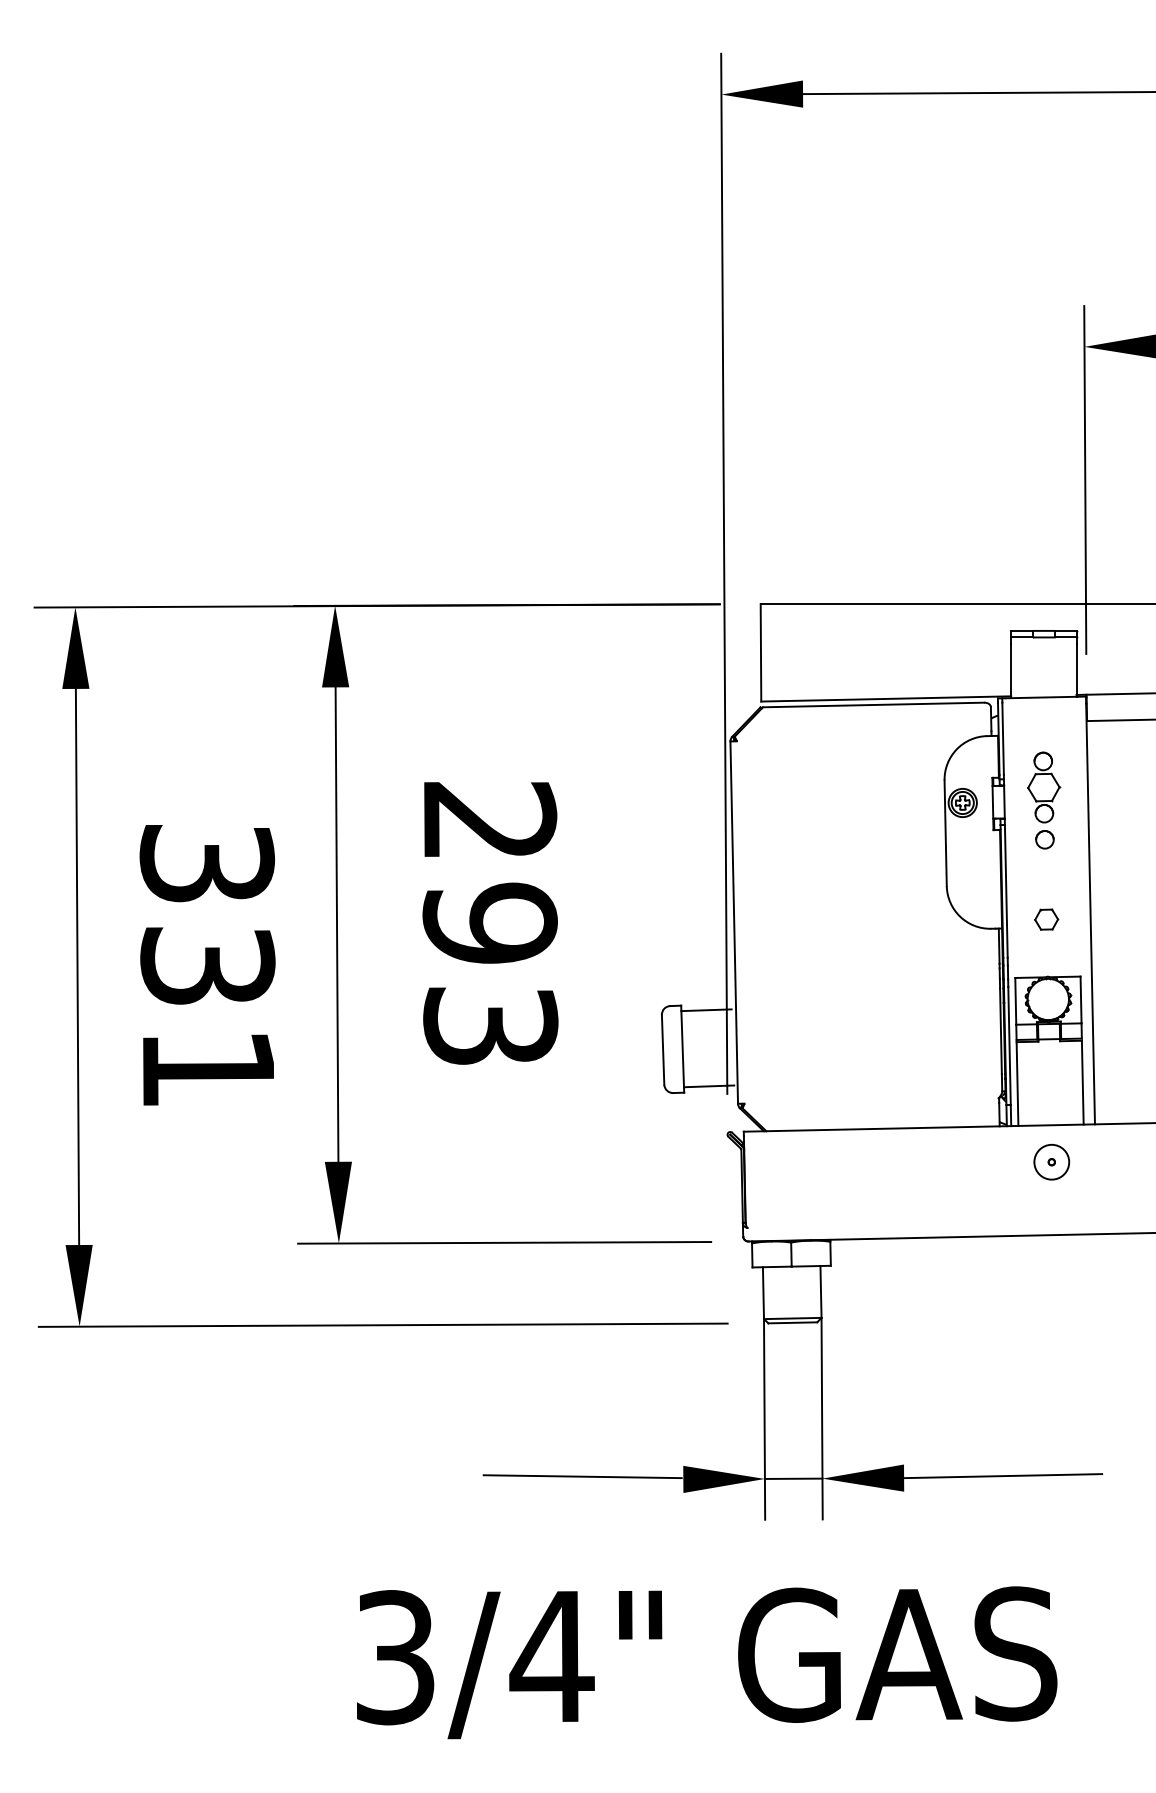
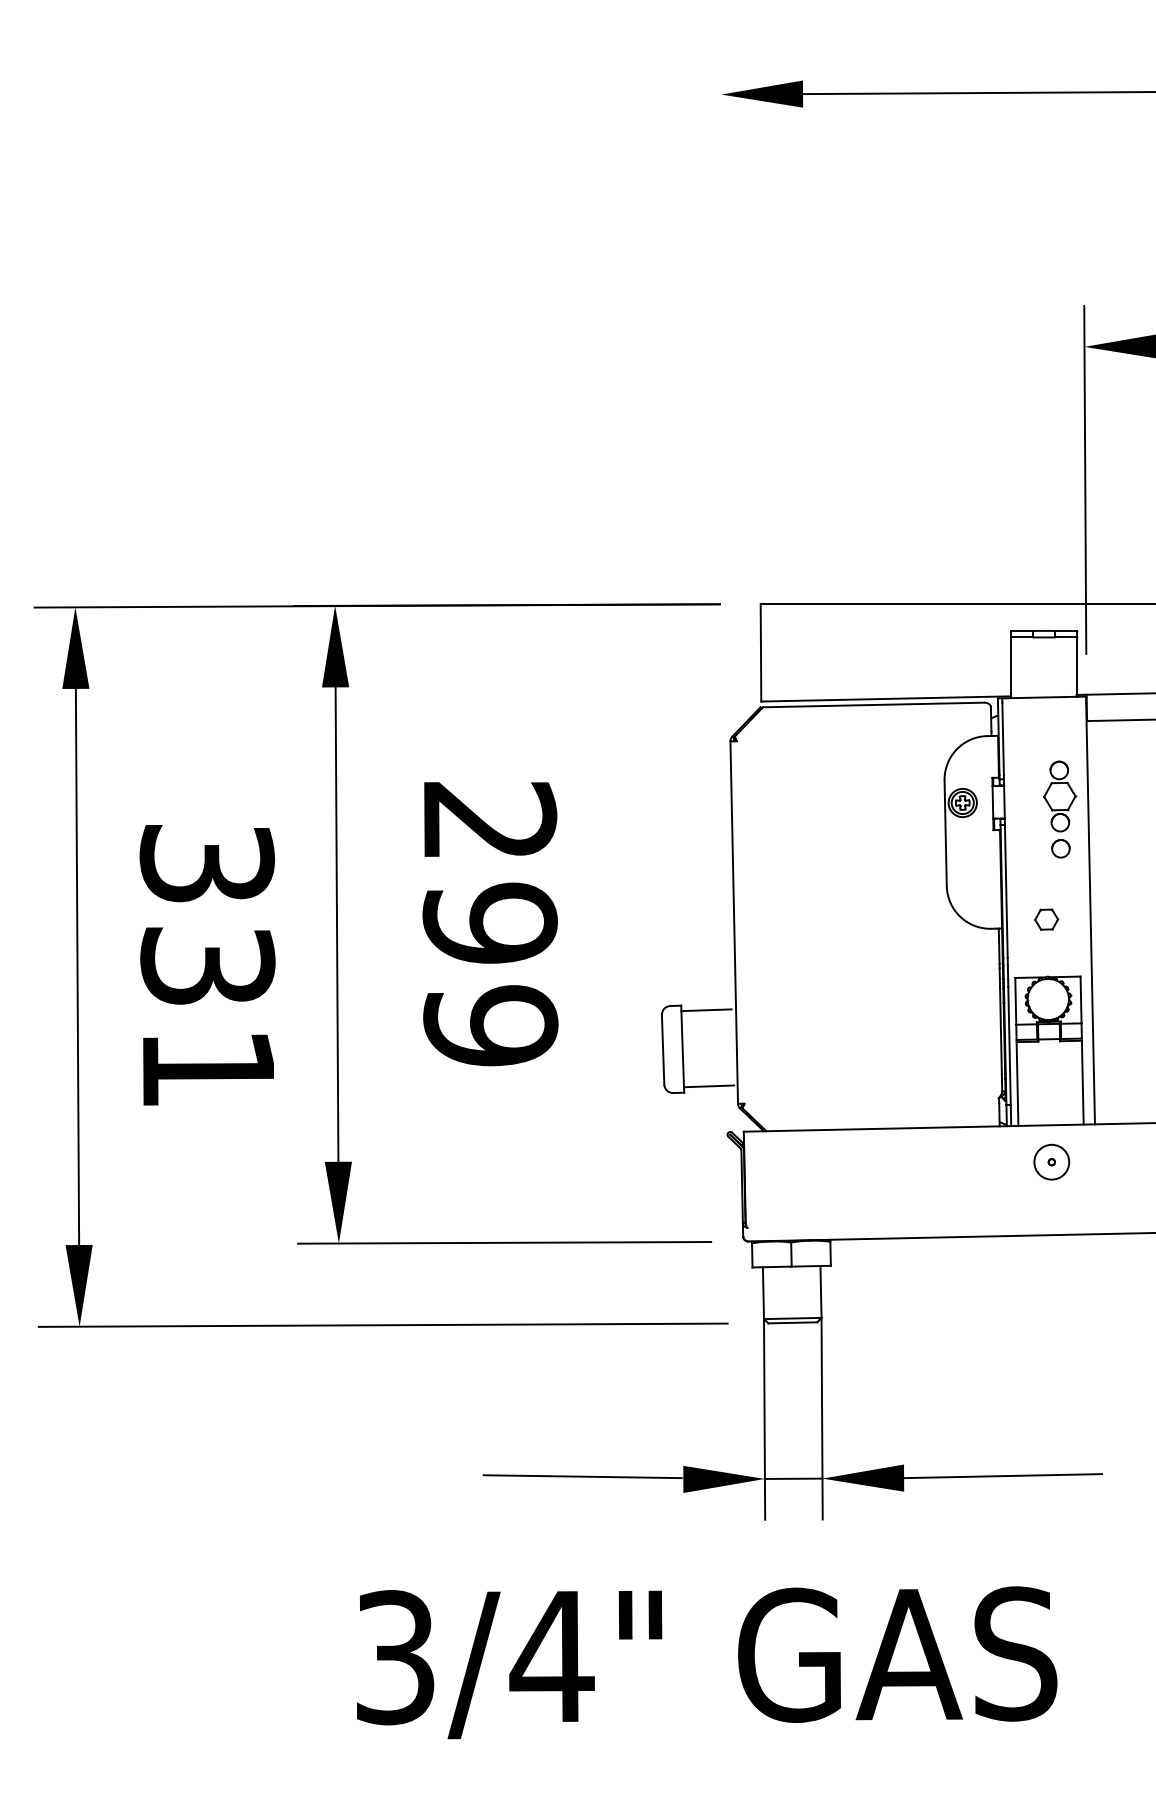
line at (724, 573): present -> none
part at (1044, 800) position: (1044, 800) -> (1060, 809)
text at (490, 1025): 293 -> 299
